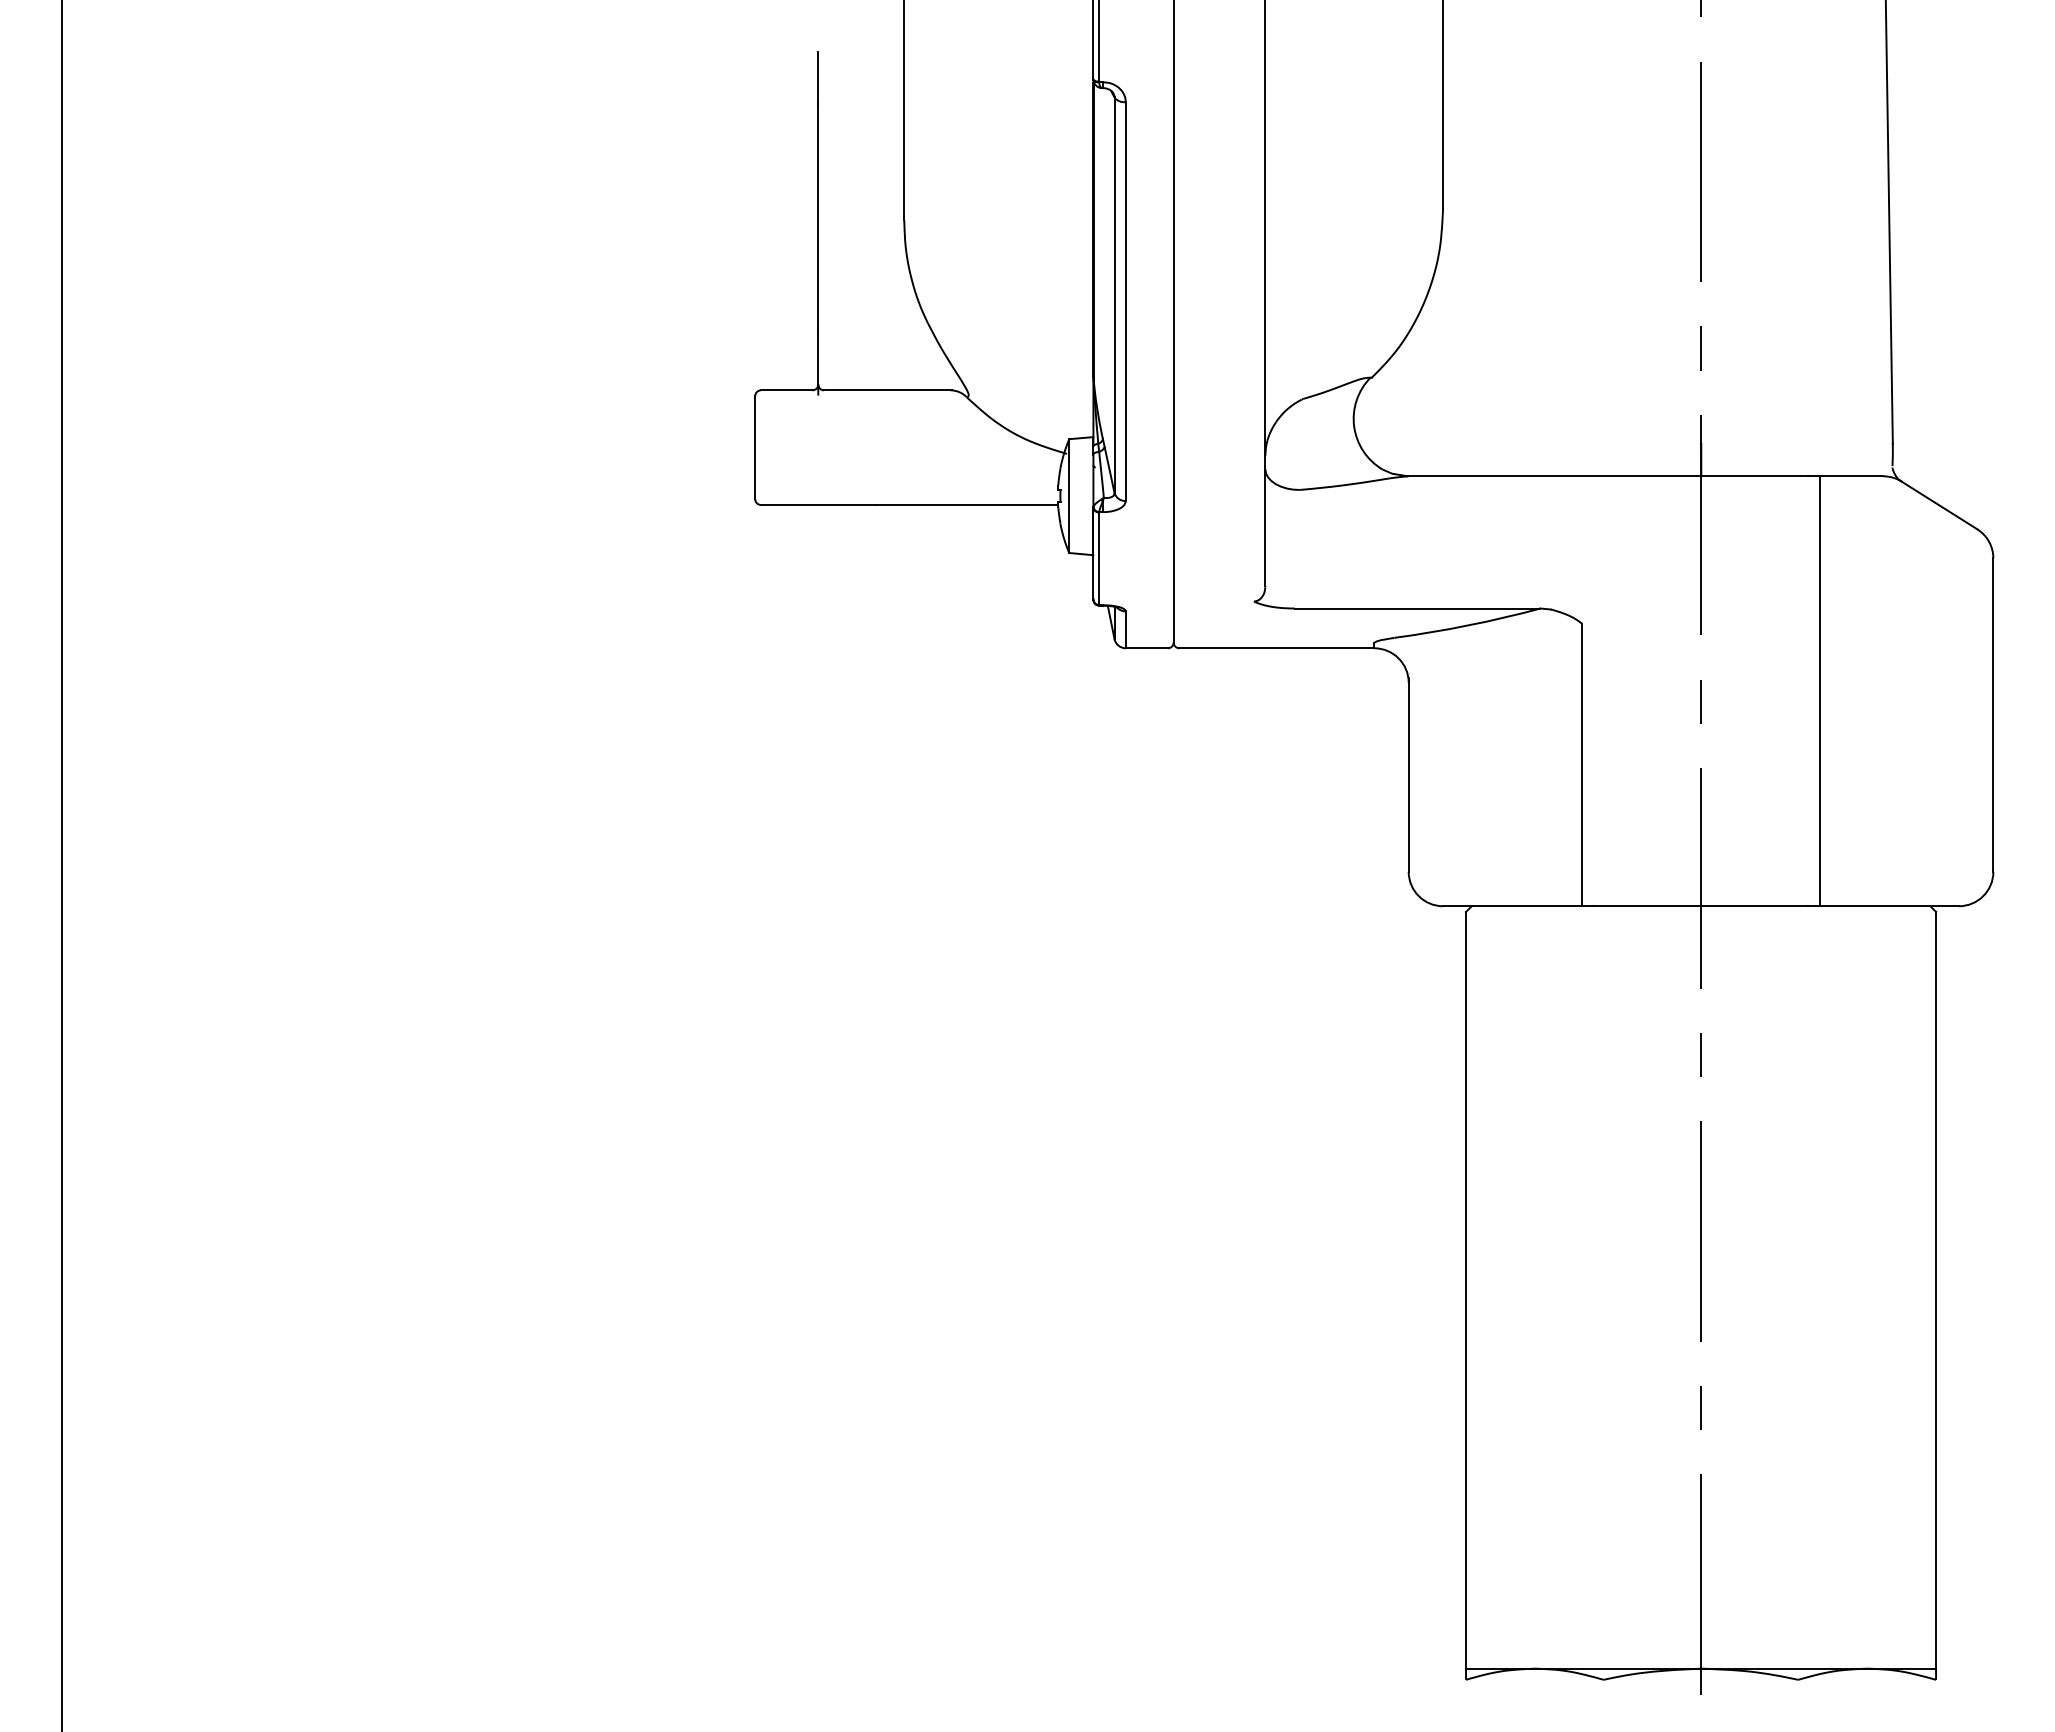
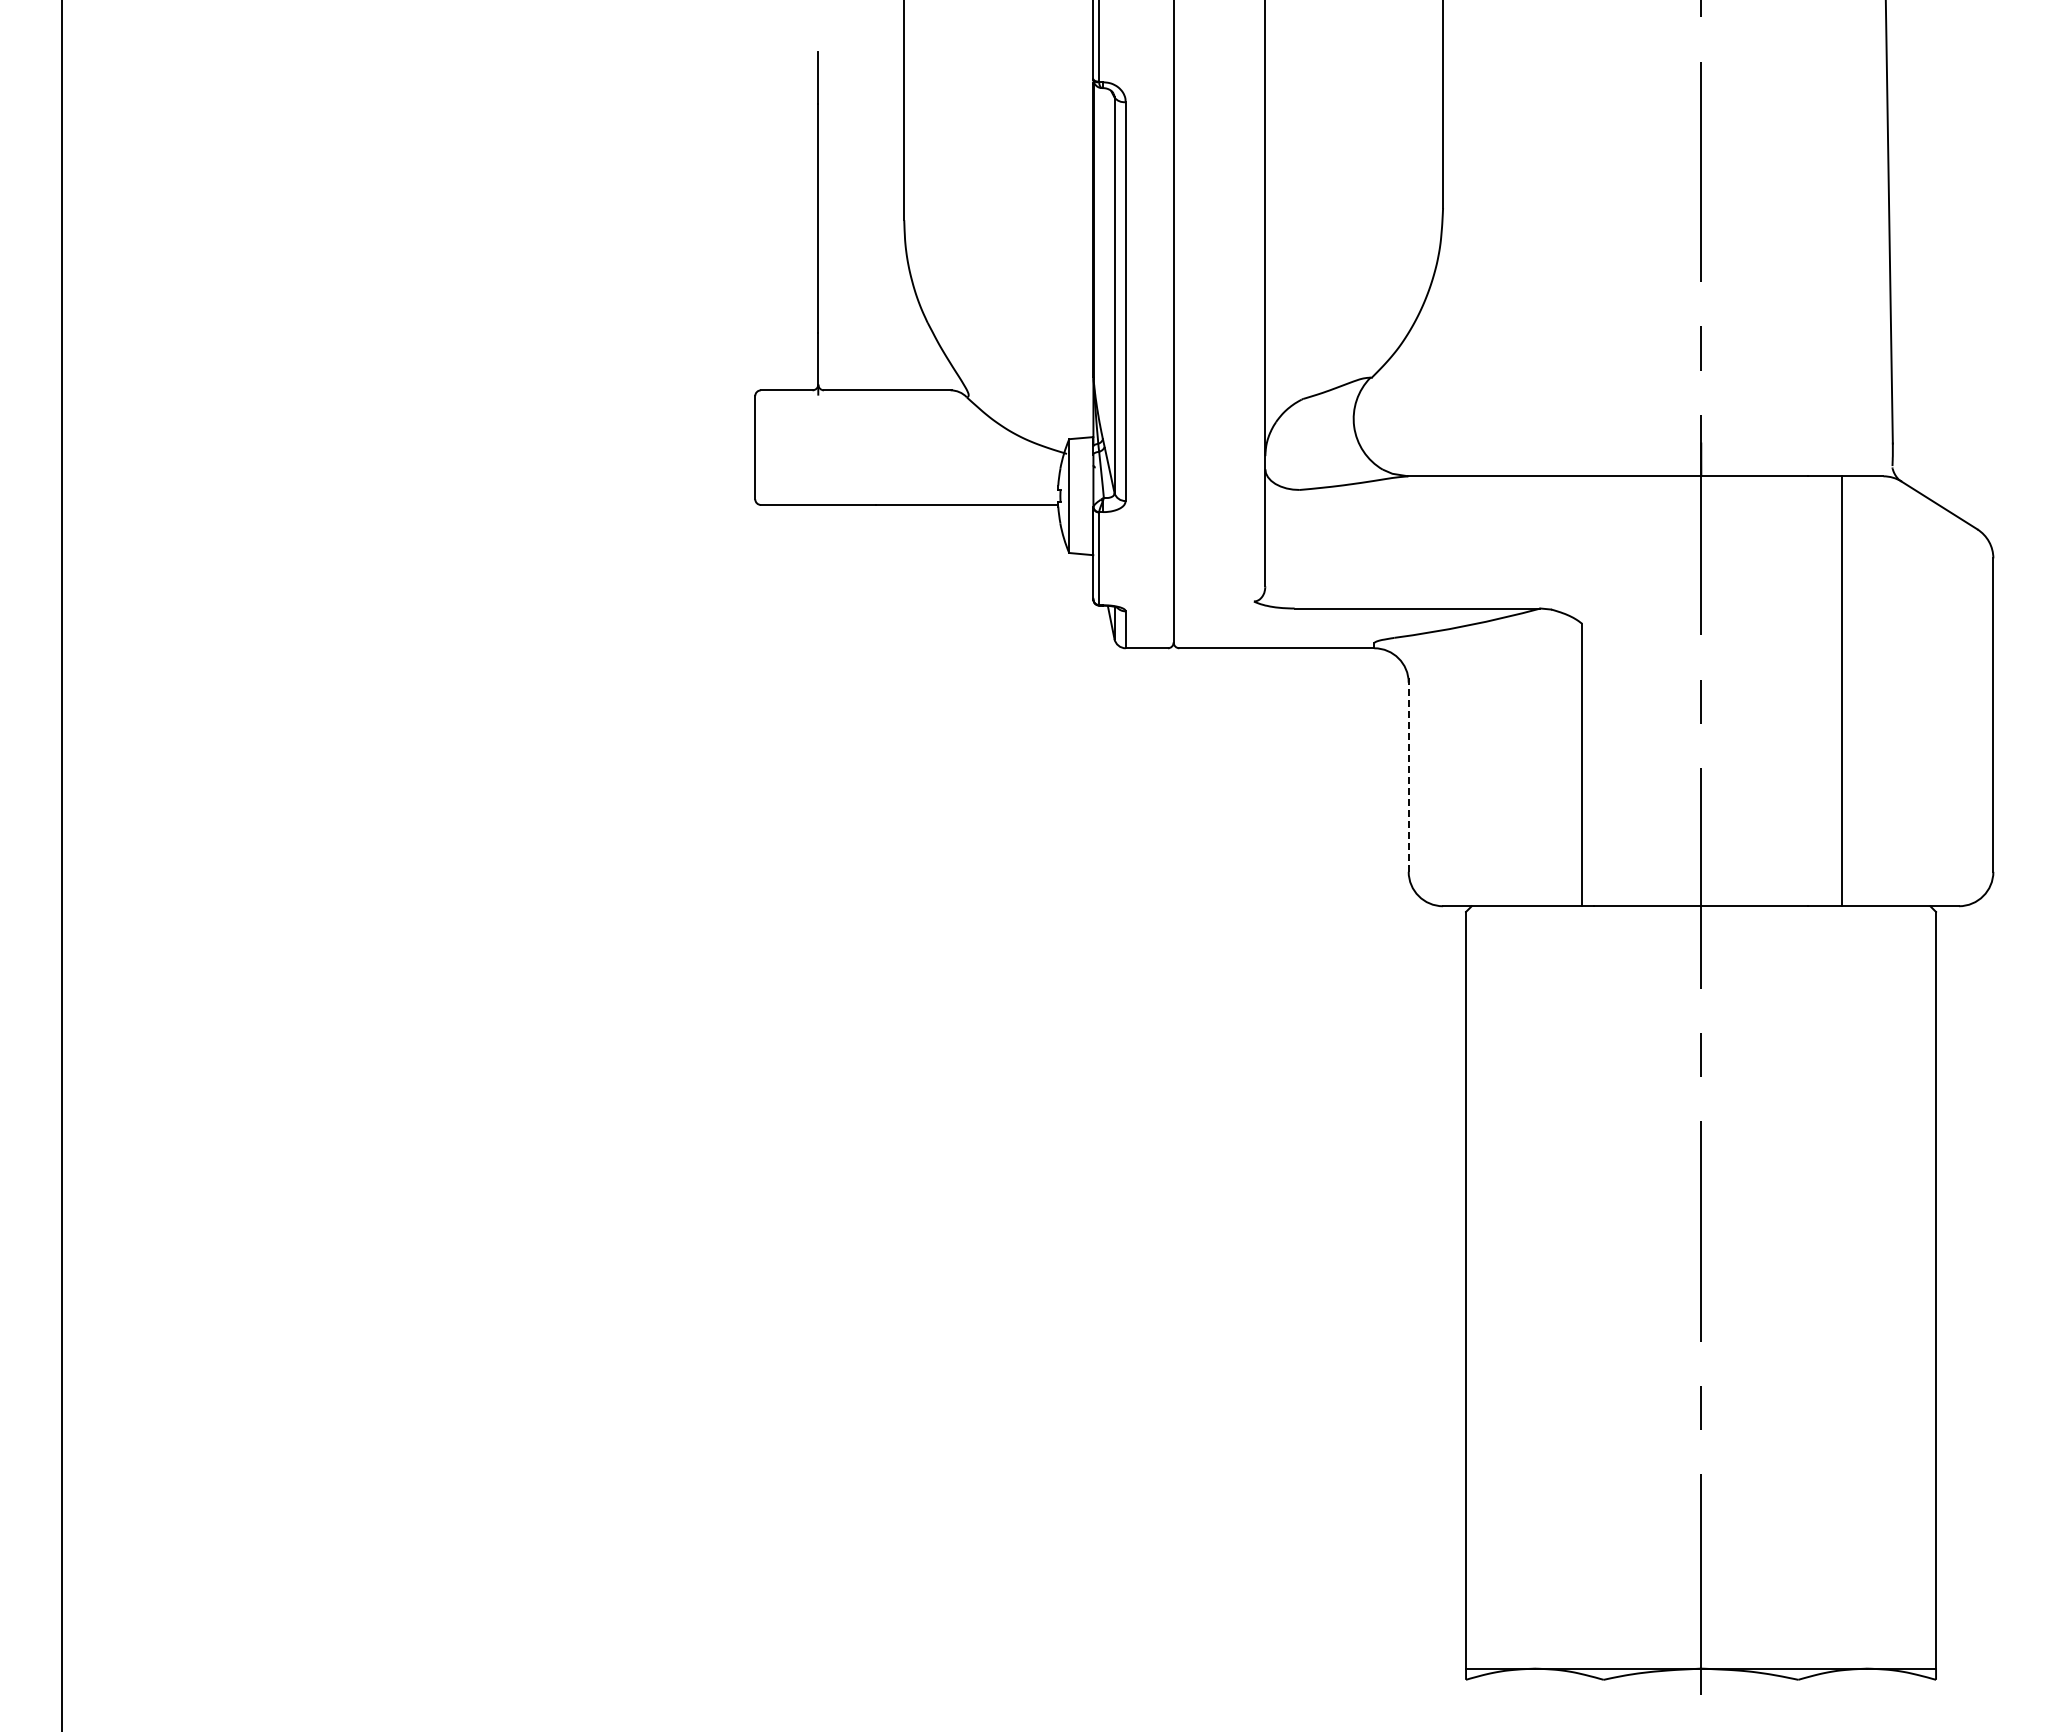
line at (1820, 691) position: (1820, 691) -> (1842, 691)
line at (1408, 774): solid -> dashed
